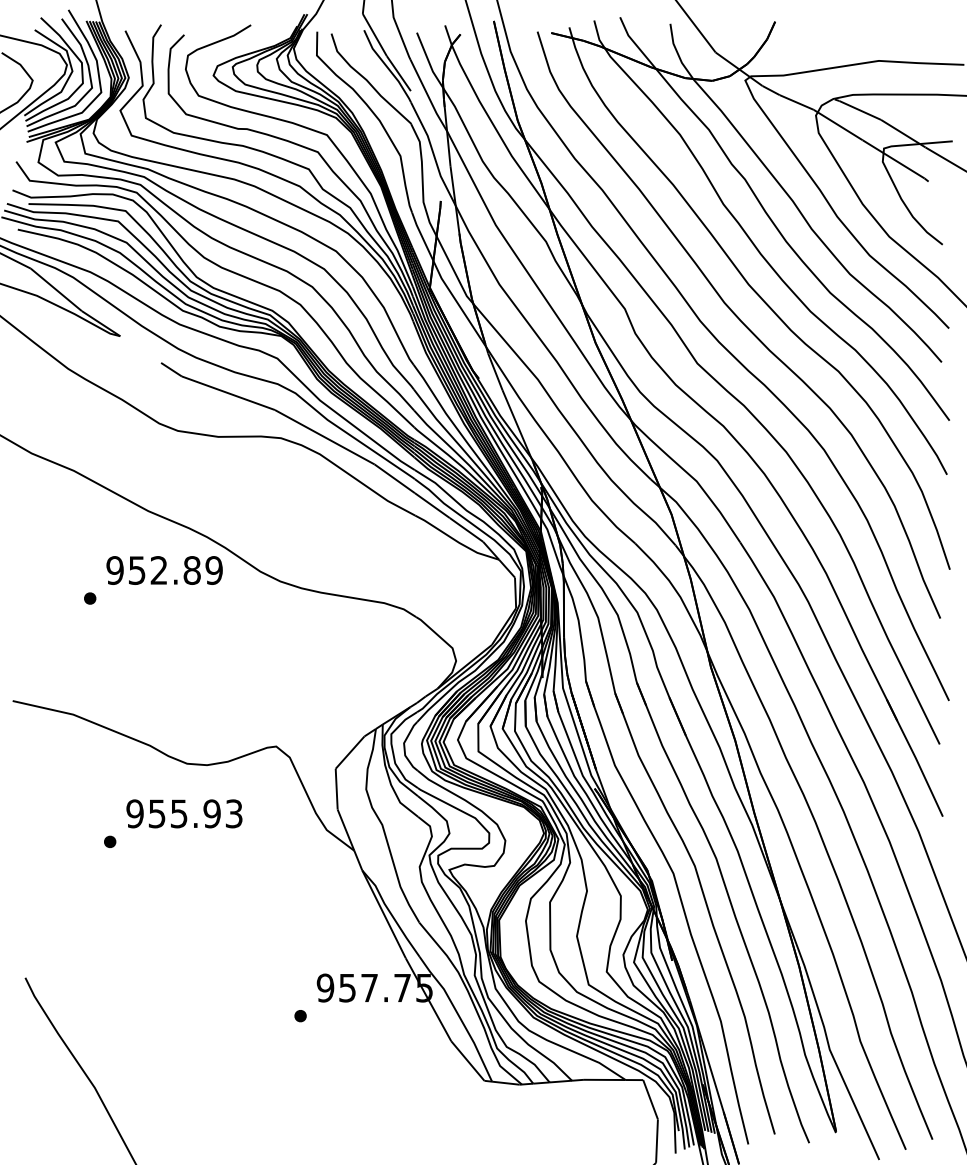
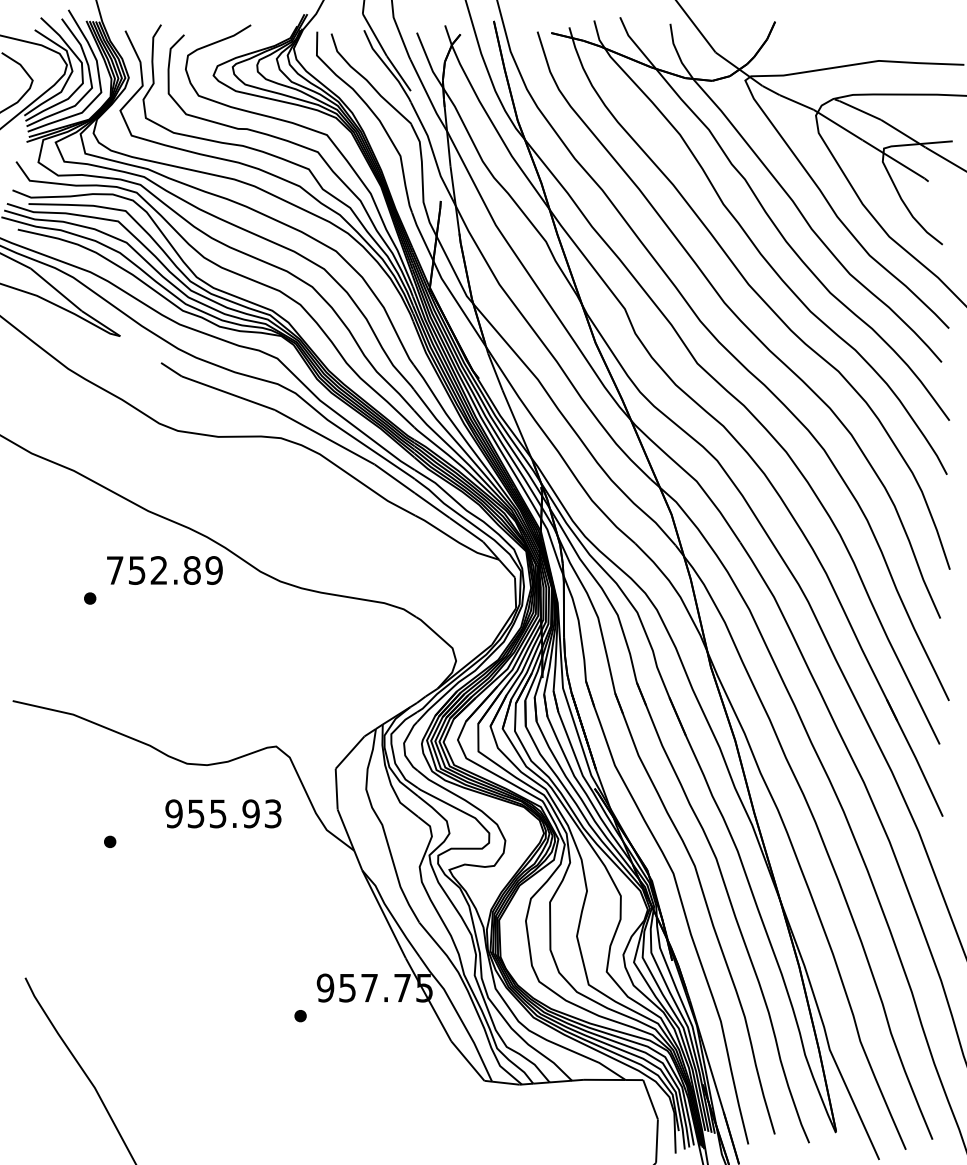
text at (114, 570): 952.89 -> 752.89
text at (184, 813) position: (184, 813) -> (223, 813)
